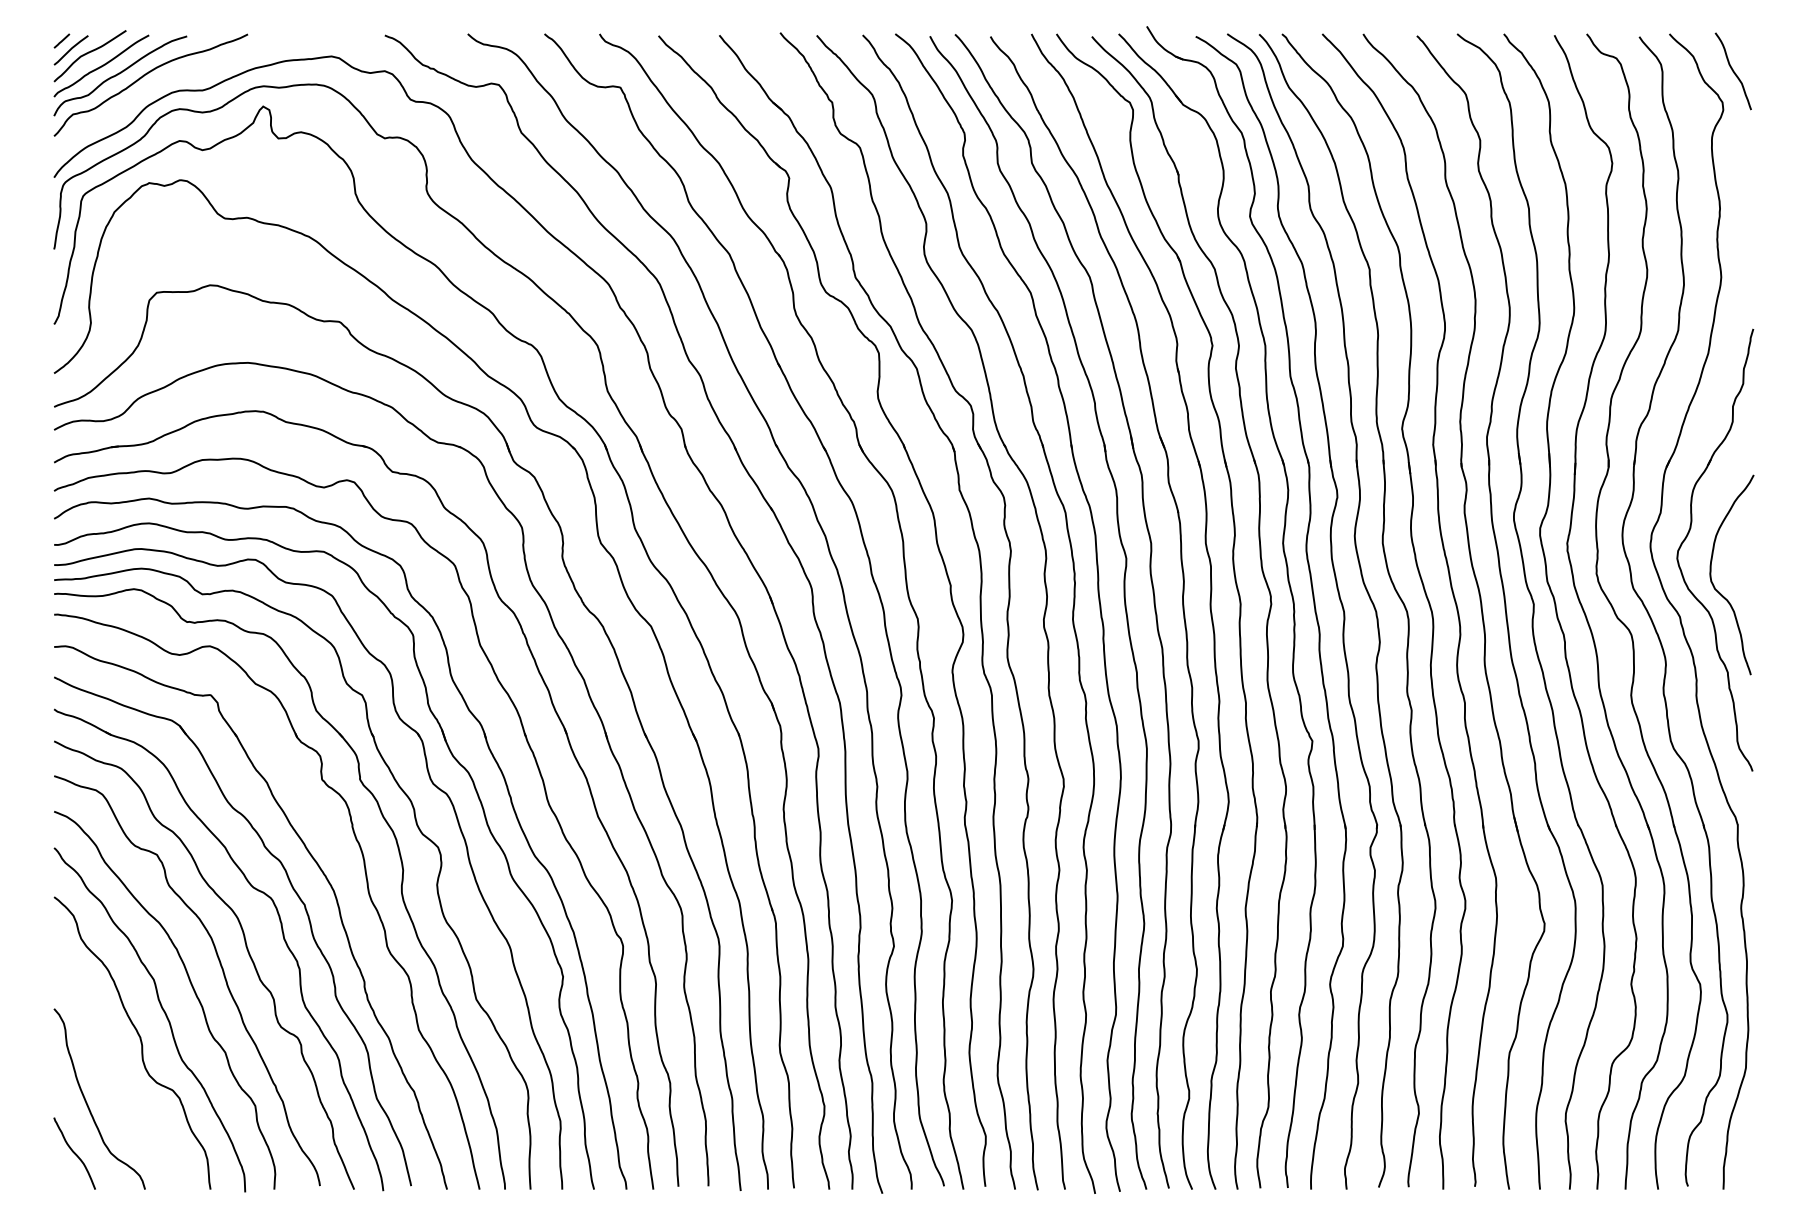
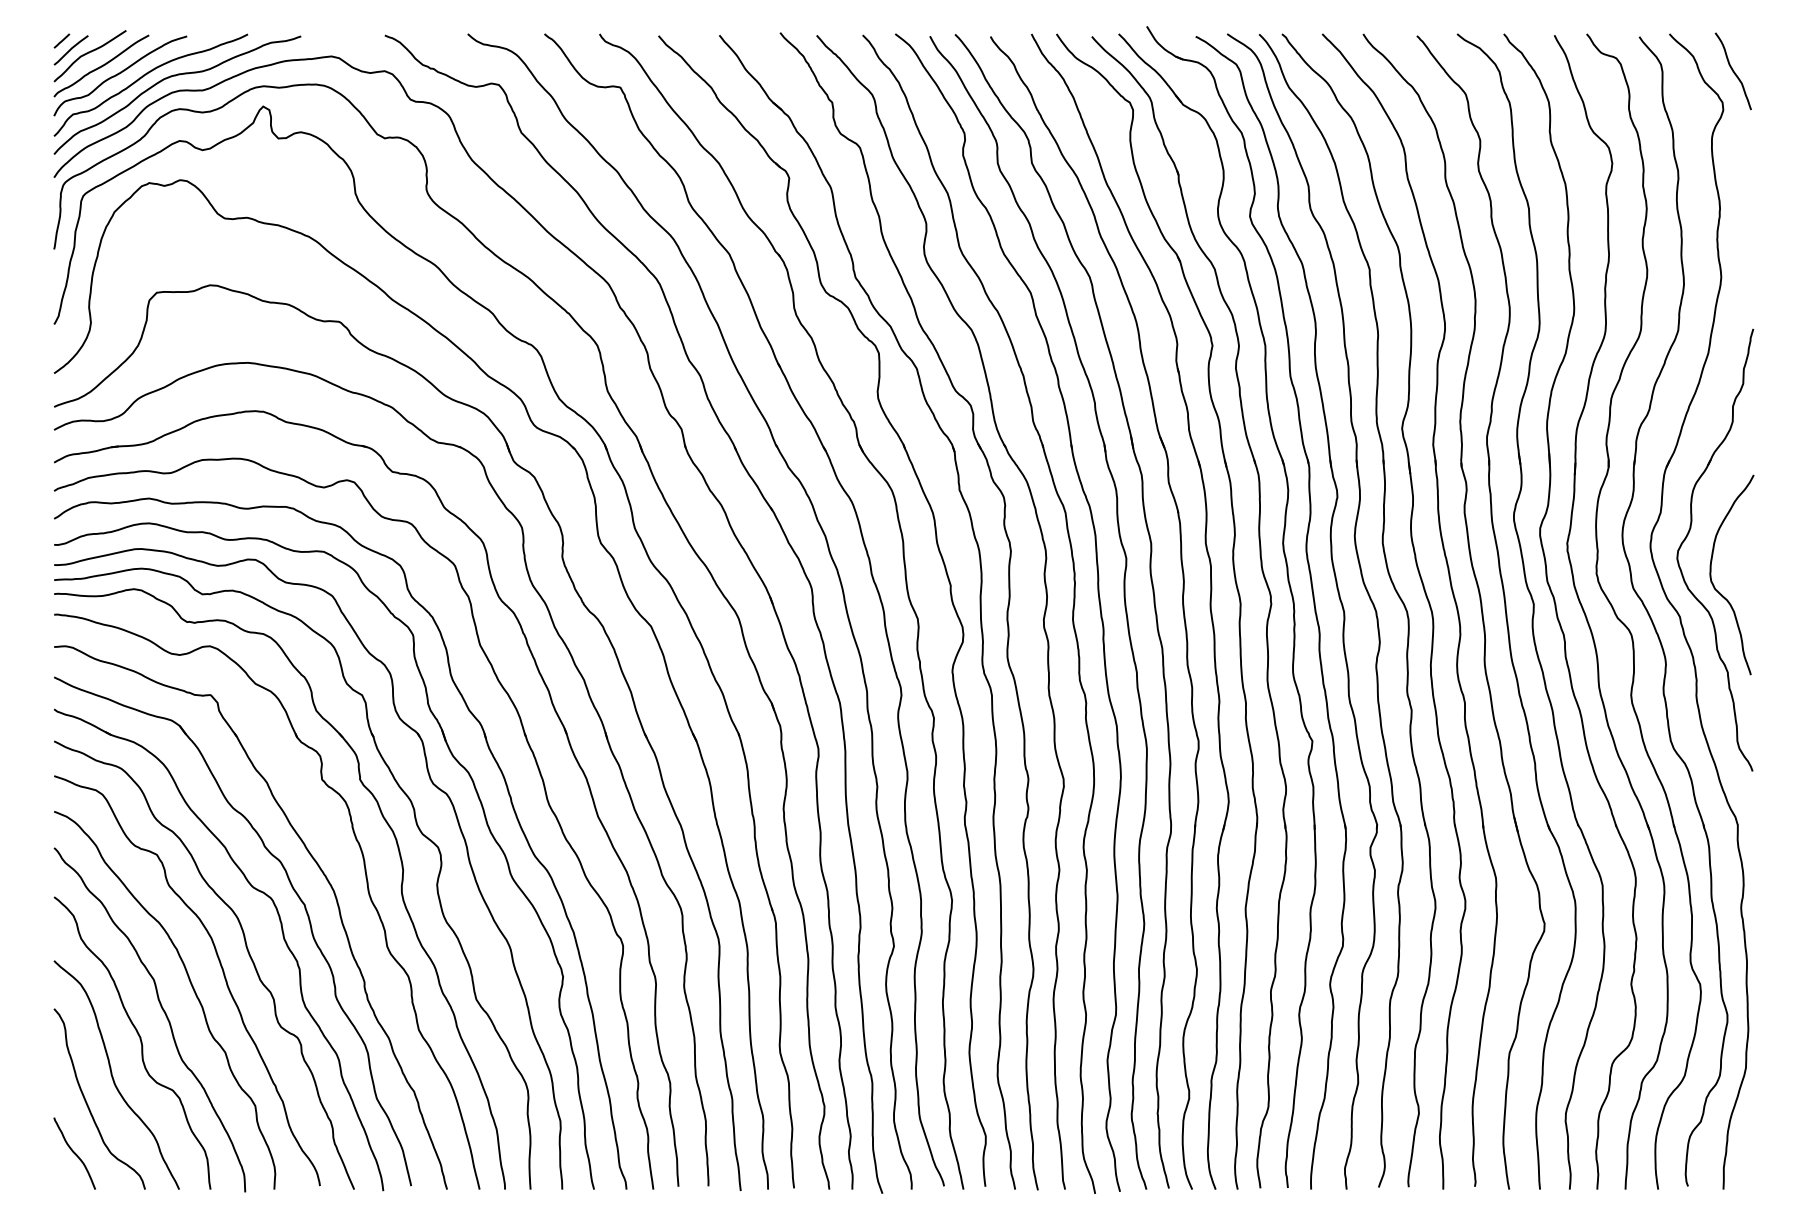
curve at (169, 78): none -> present
curve at (113, 1076): none -> present
